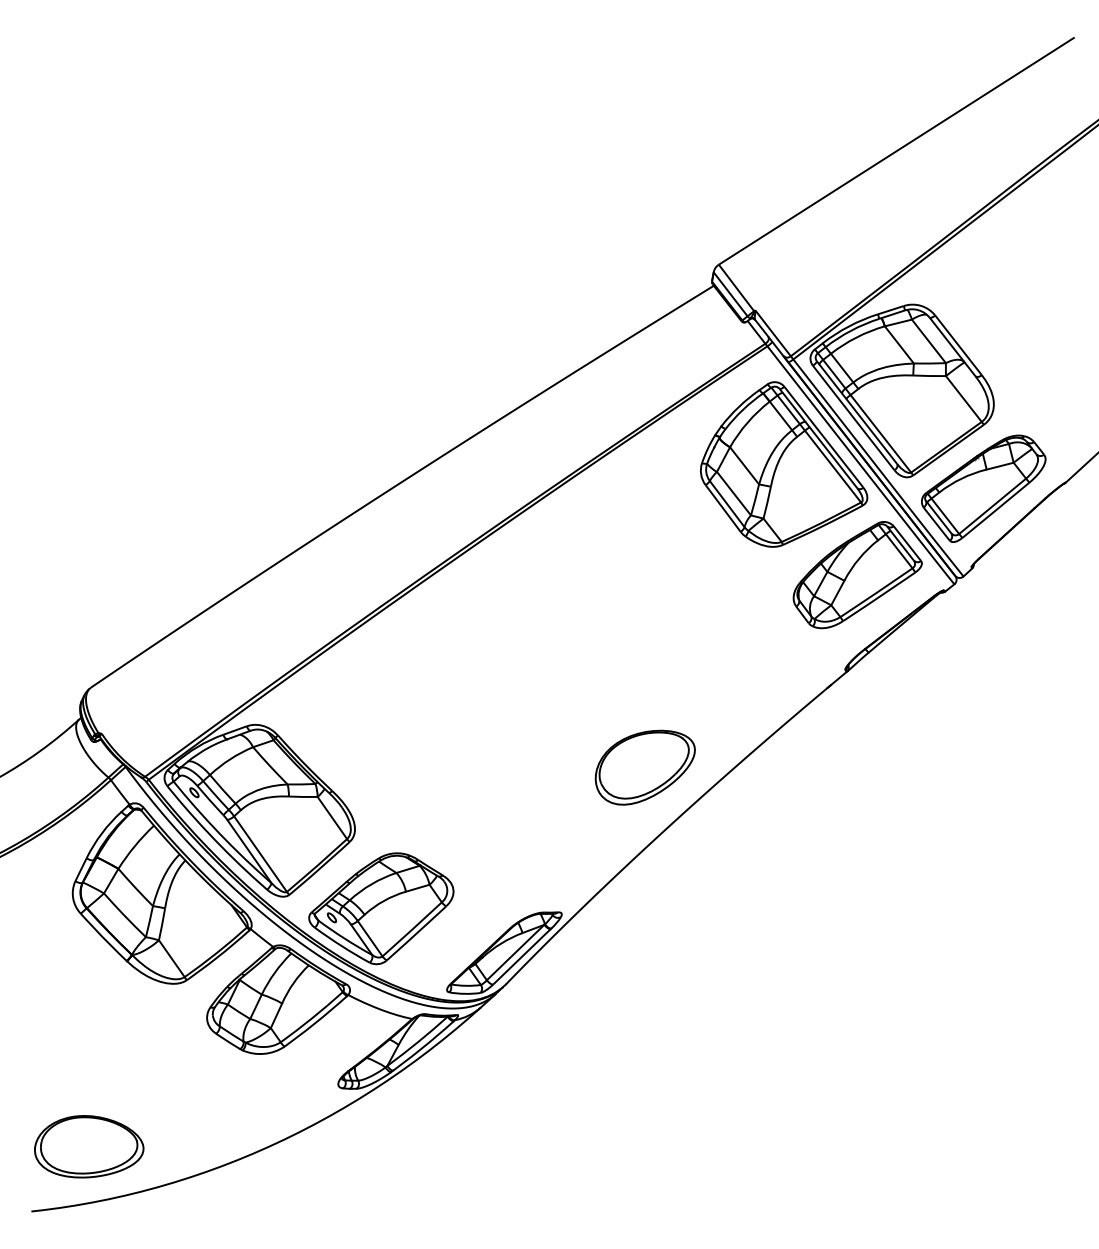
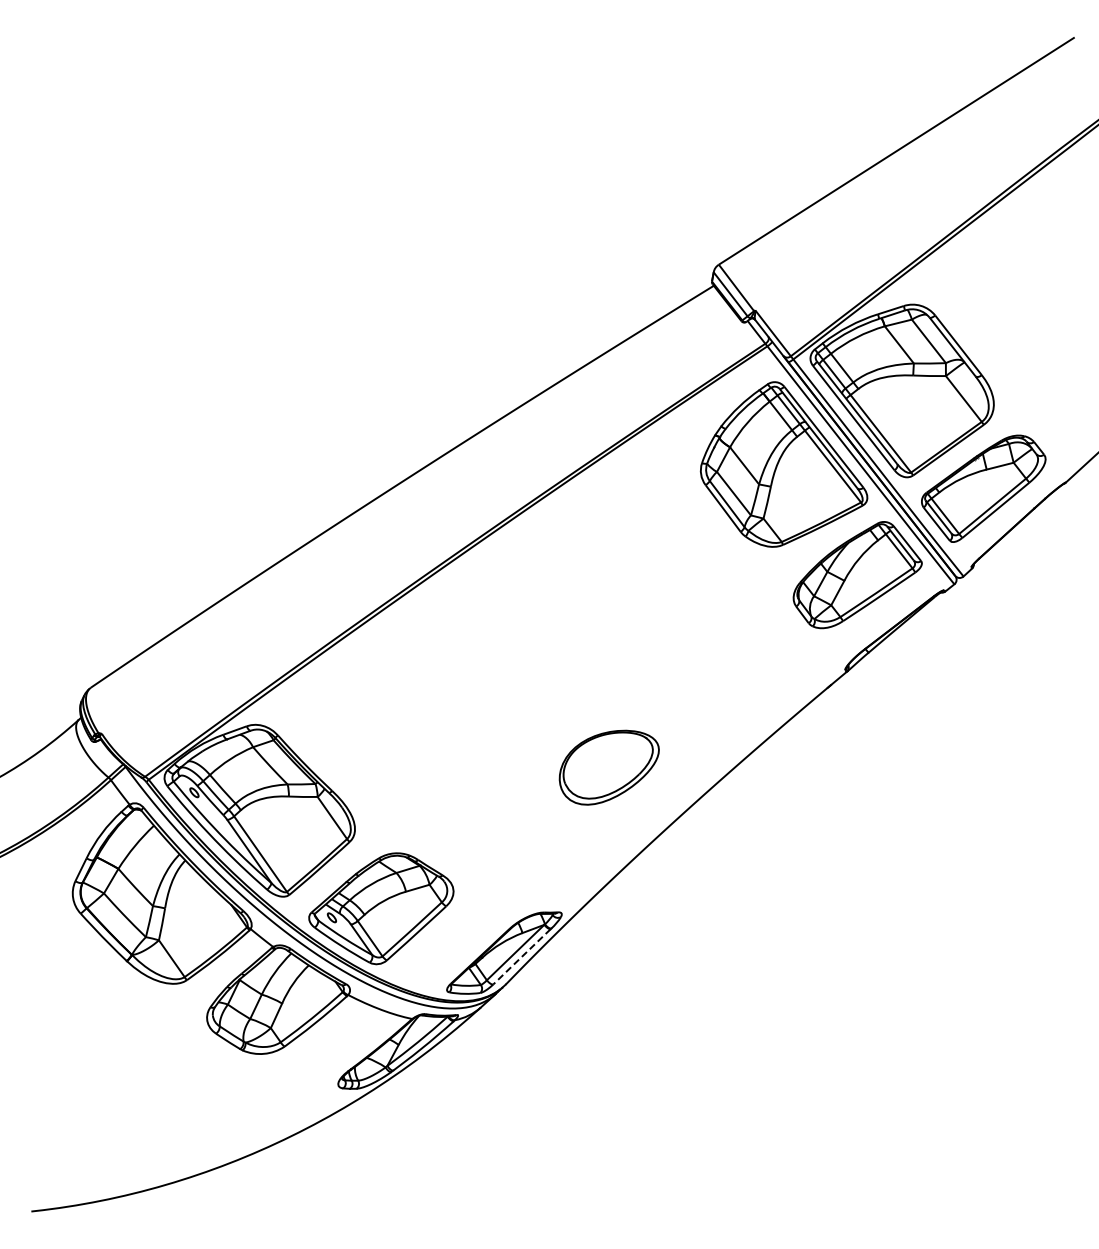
part at (644, 767) position: (644, 767) -> (608, 767)
line at (521, 957): solid -> dashed
part at (89, 1146): present -> none
